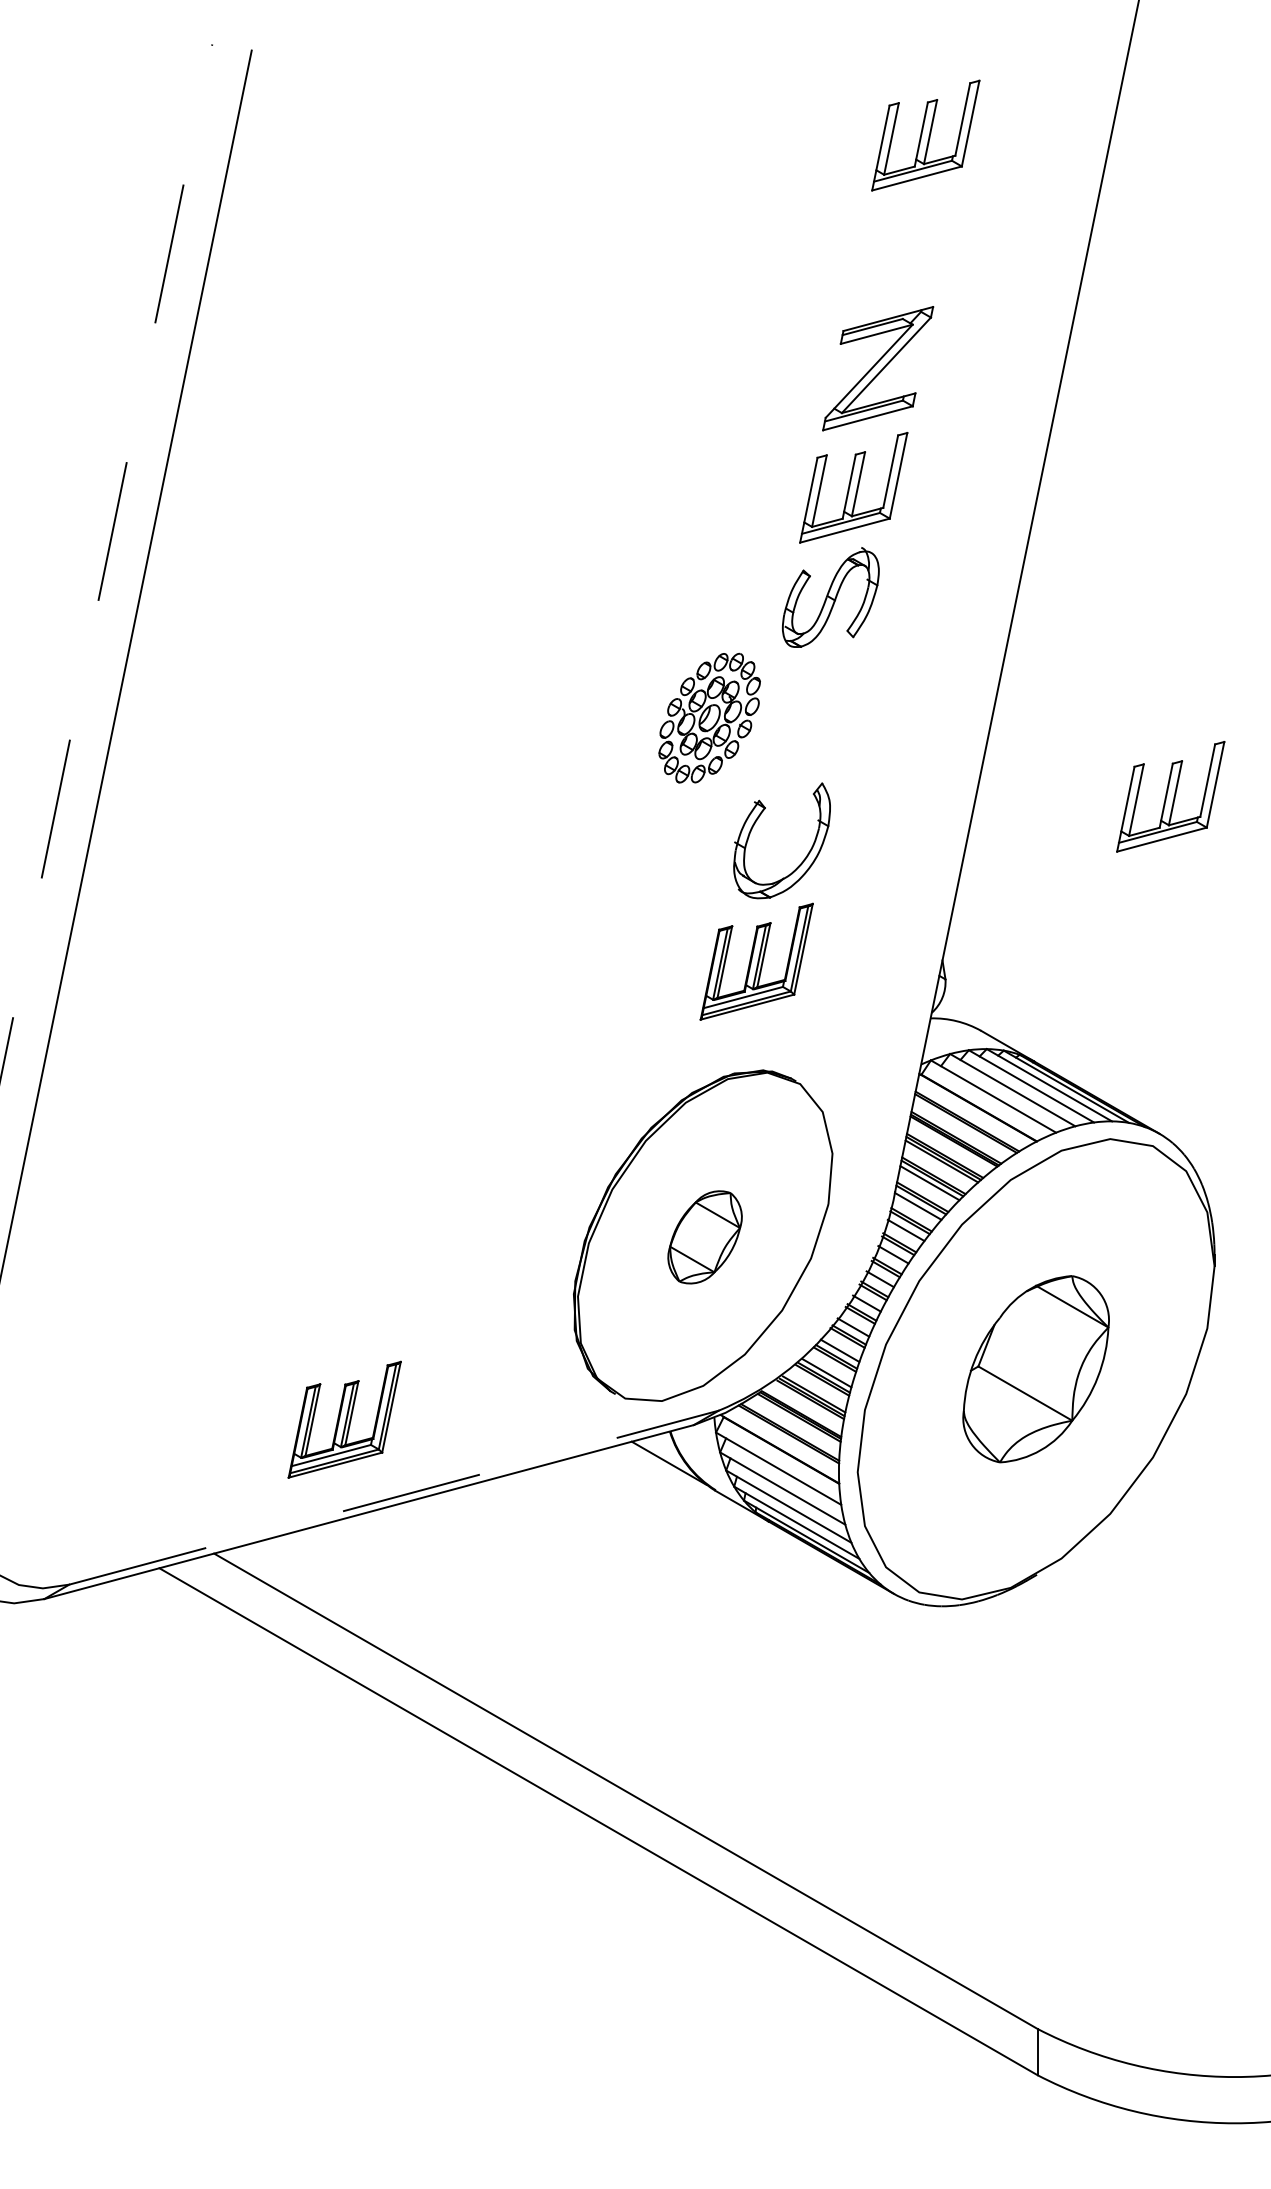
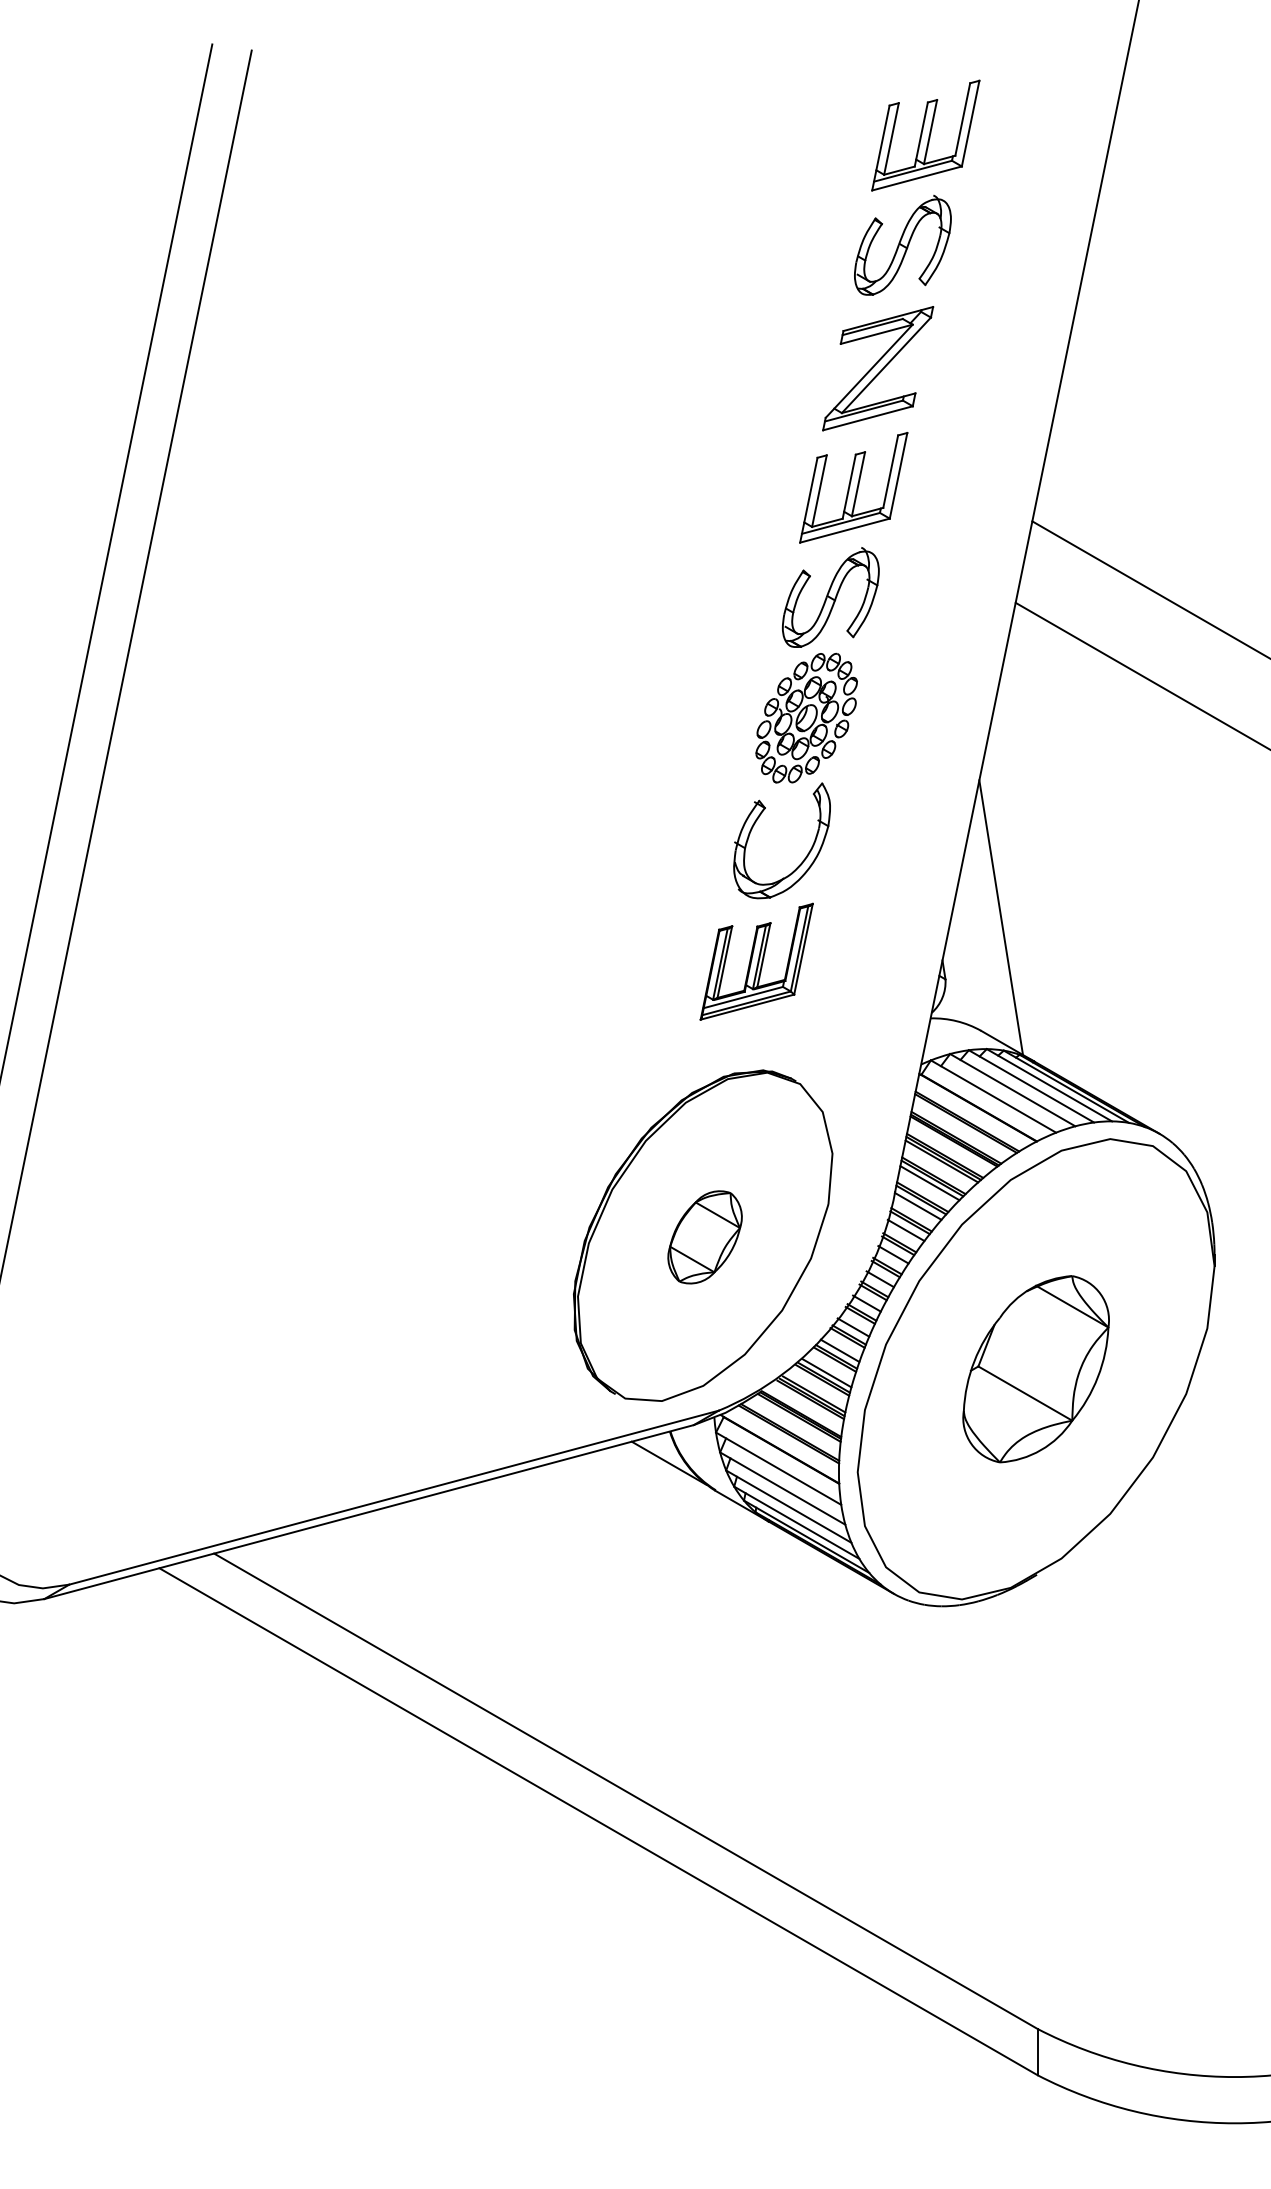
part at (902, 244): none -> present
line at (106, 562): dashed -> solid
line at (1149, 588): none -> present
line at (1141, 675): none -> present
part at (709, 717) position: (709, 717) -> (806, 717)
part at (1170, 796): present -> none
line at (1001, 917): none -> present
part at (344, 1419): present -> none
line at (394, 1497): dashed -> solid
